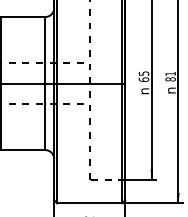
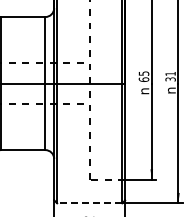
text at (170, 79): 81 -> 31
line at (89, 203): solid -> dashed
